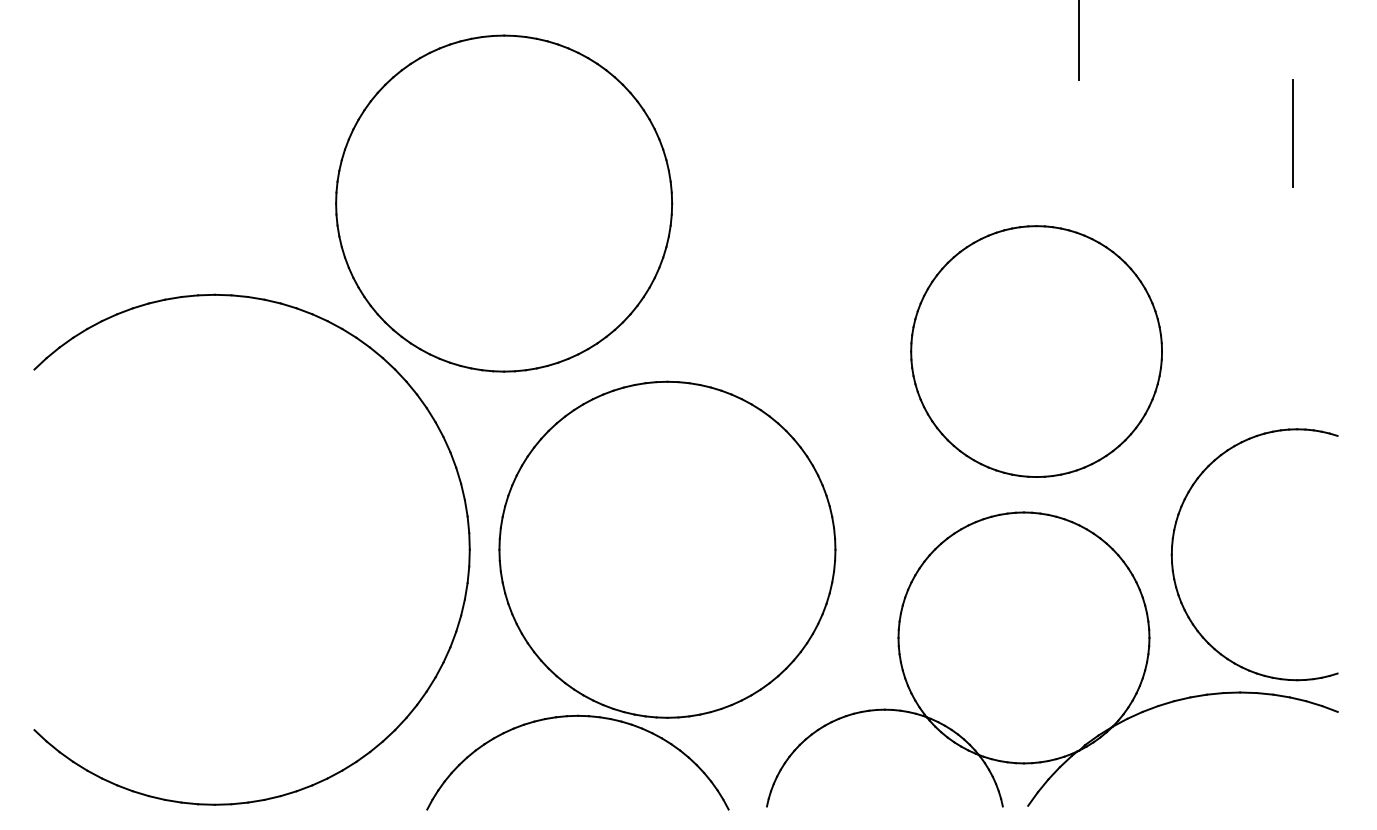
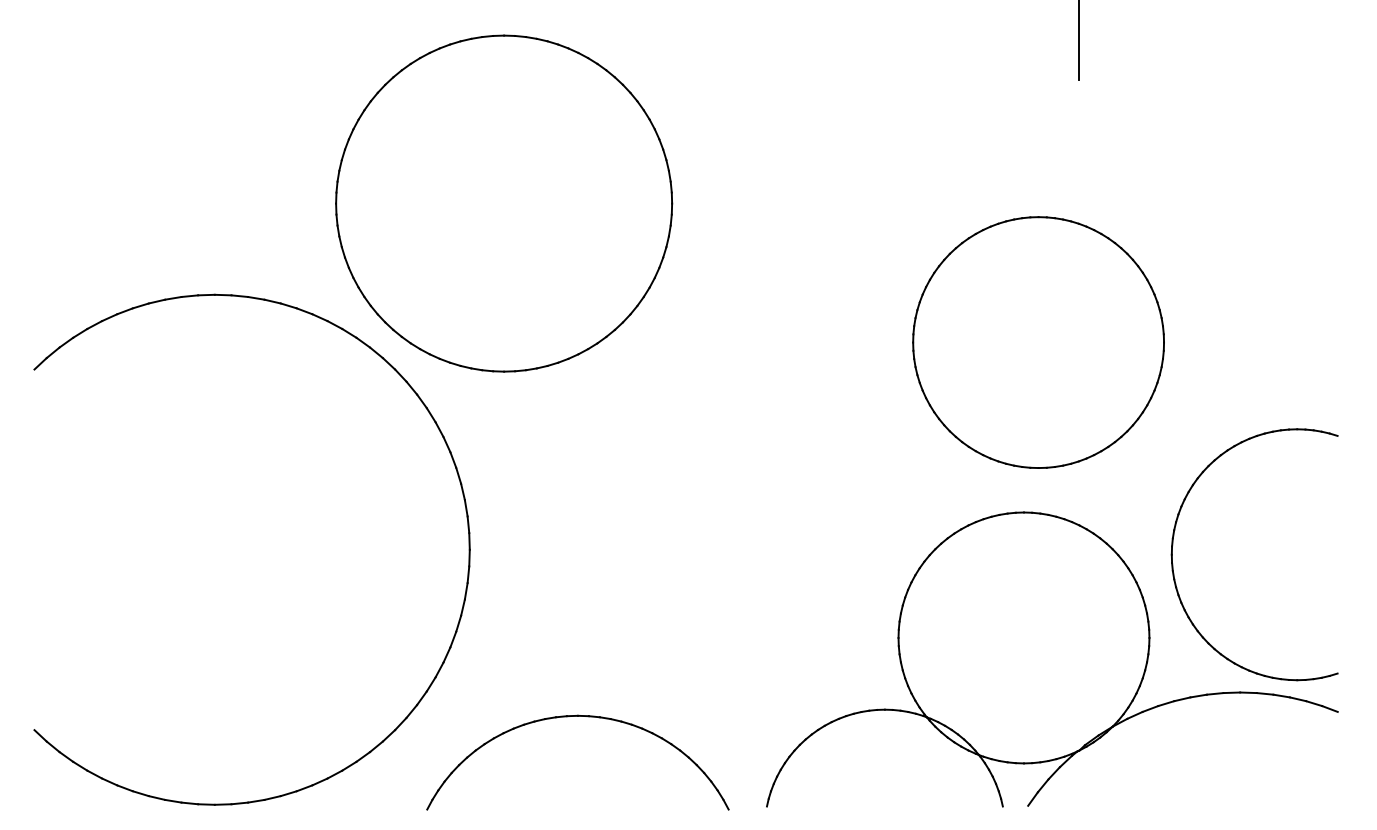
line at (1292, 133): present -> none
part at (1036, 351) position: (1036, 351) -> (1038, 342)
part at (667, 549): present -> none
